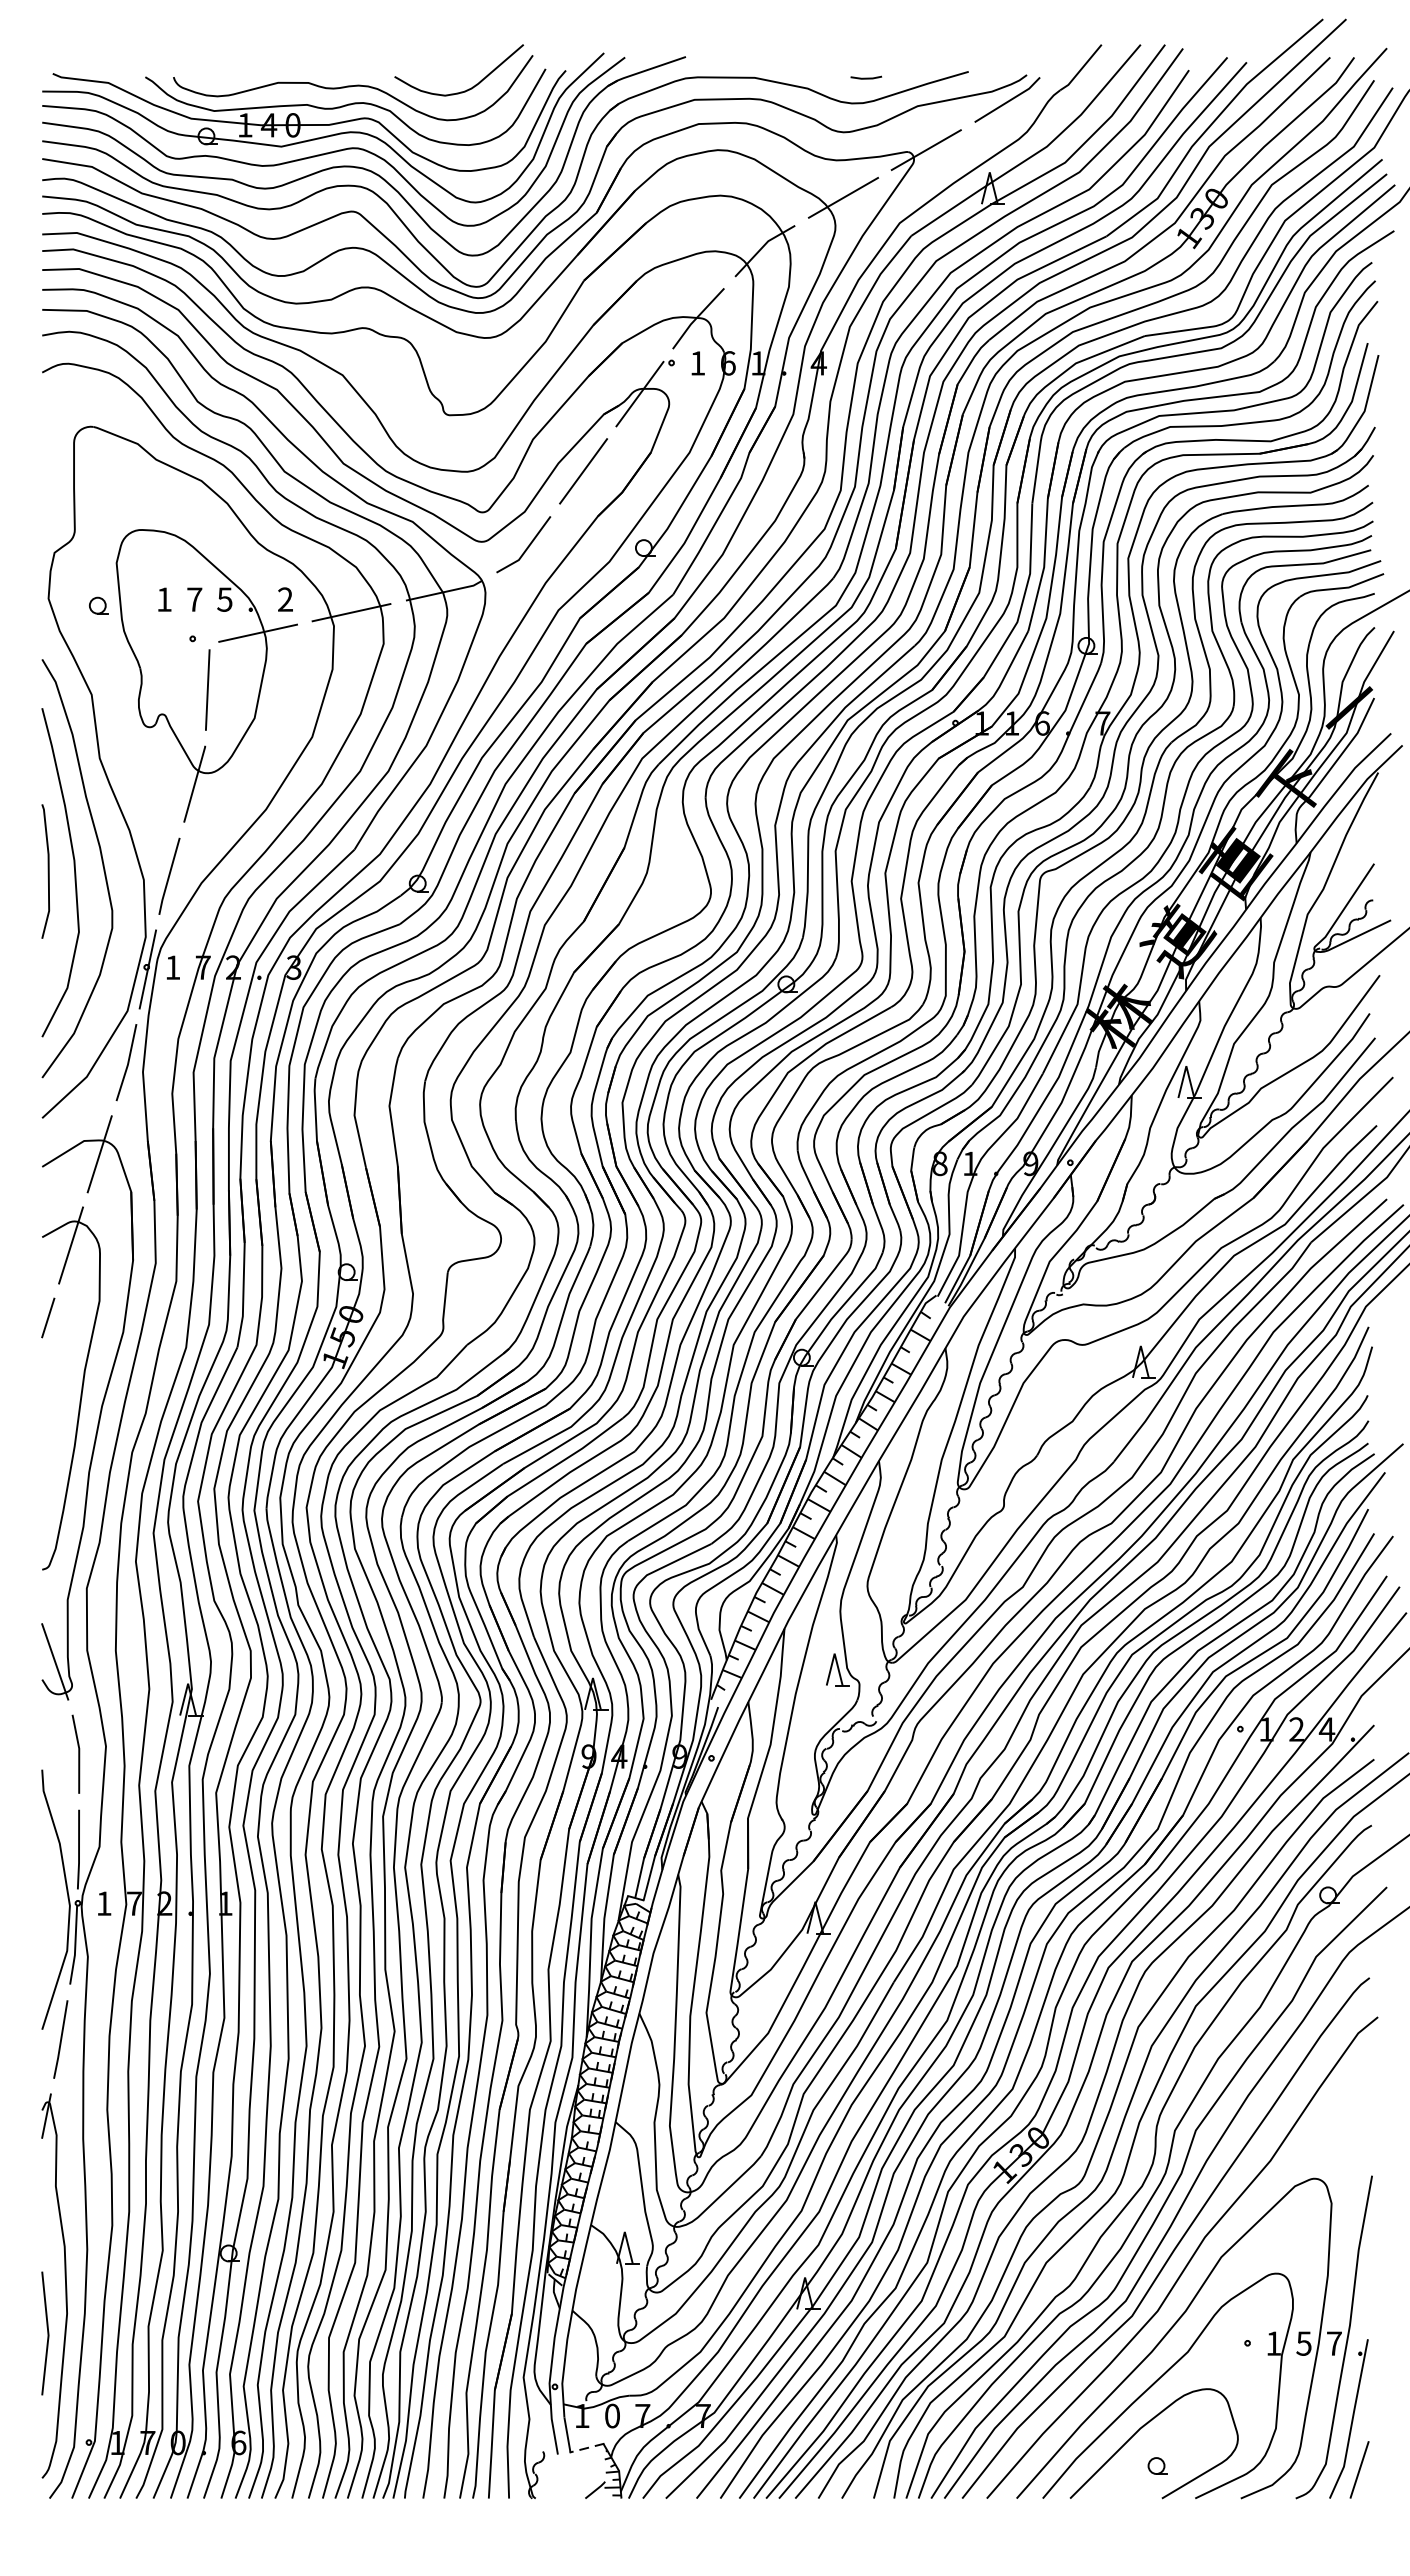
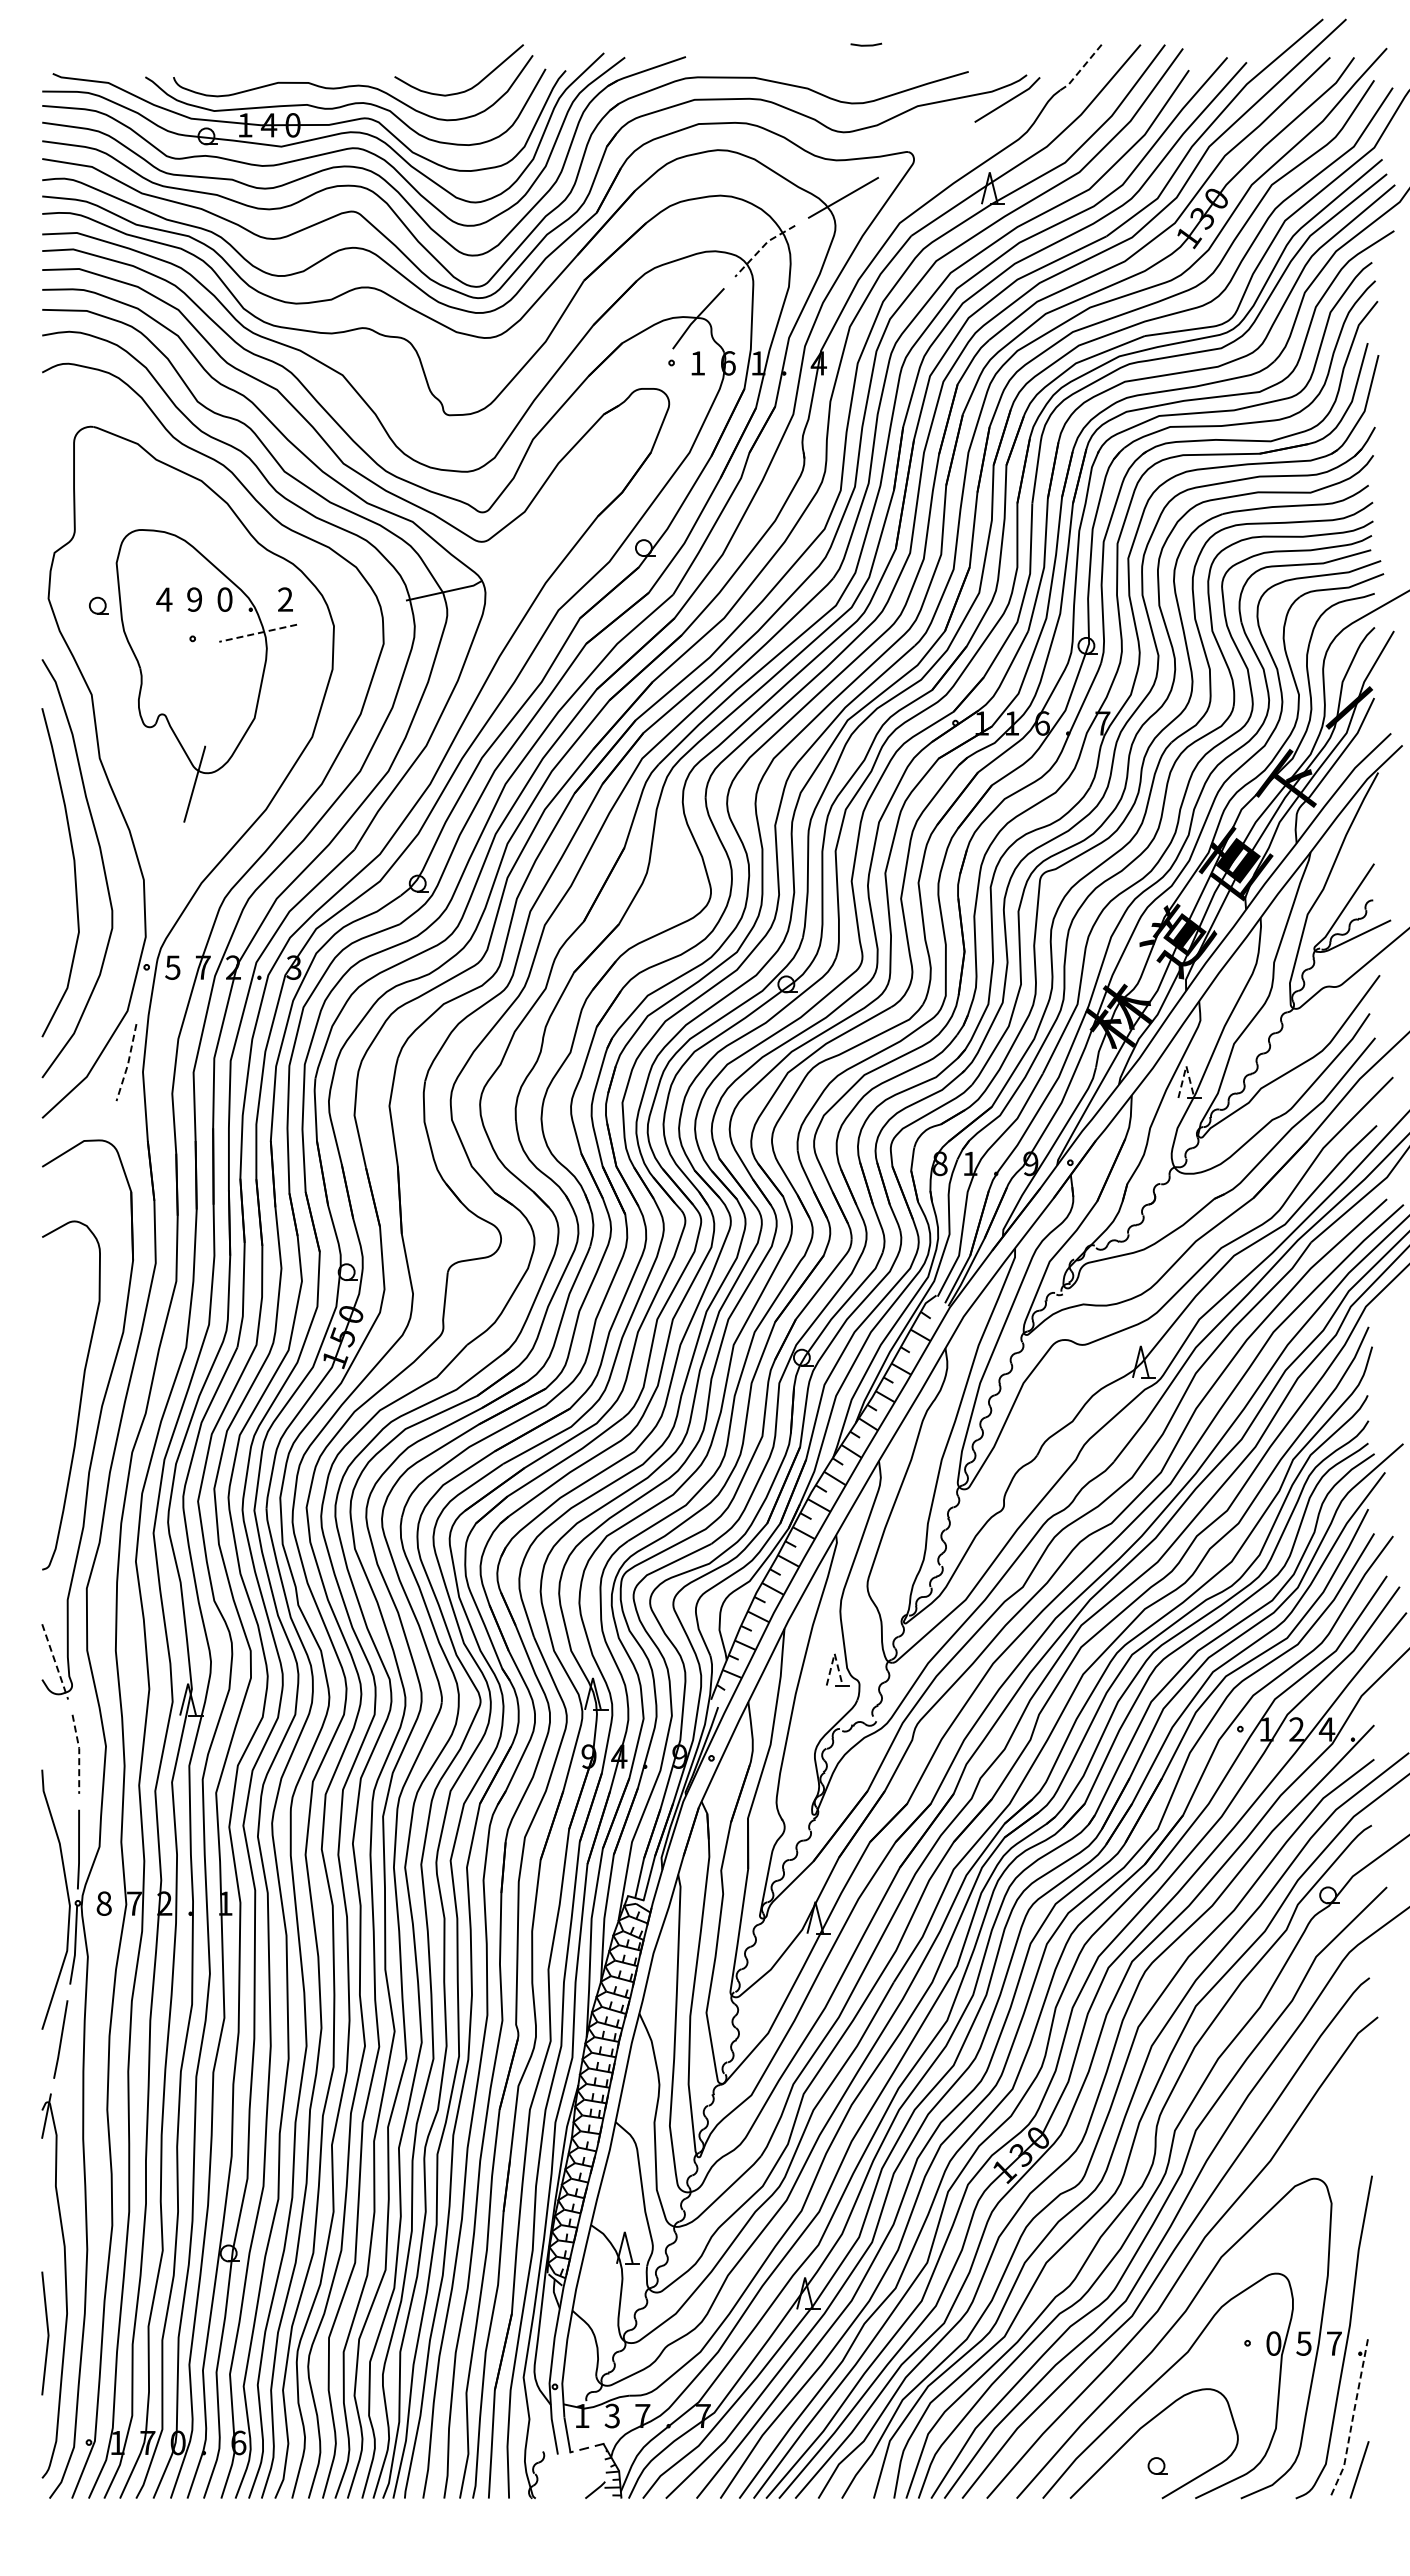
line at (1081, 68): solid -> dashed
line at (866, 77) position: (866, 77) -> (866, 44)
line at (925, 150): present -> none
line at (762, 247): solid -> dashed
line at (639, 393): present -> none
line at (583, 471): present -> none
line at (526, 547): present -> none
text at (164, 599): 1 -> 4
text at (194, 599): 7 -> 9
text at (224, 599): 5 -> 0
line at (351, 612): present -> none
line at (258, 633): solid -> dashed
line at (207, 689): present -> none
line at (47, 871): present -> none
line at (169, 875): present -> none
text at (172, 967): 1 -> 5
line at (147, 969): present -> none
line at (128, 1063): solid -> dashed
line at (1186, 1066): solid -> dashed
line at (99, 1154): present -> none
line at (71, 1245): present -> none
line at (48, 1317): present -> none
line at (834, 1653): solid -> dashed
line at (55, 1661): solid -> dashed
line at (79, 1753): solid -> dashed
text at (103, 1903): 1 -> 8
text at (1273, 2343): 1 -> 0
text at (611, 2415): 0 -> 3
line at (1352, 2419): solid -> dashed
